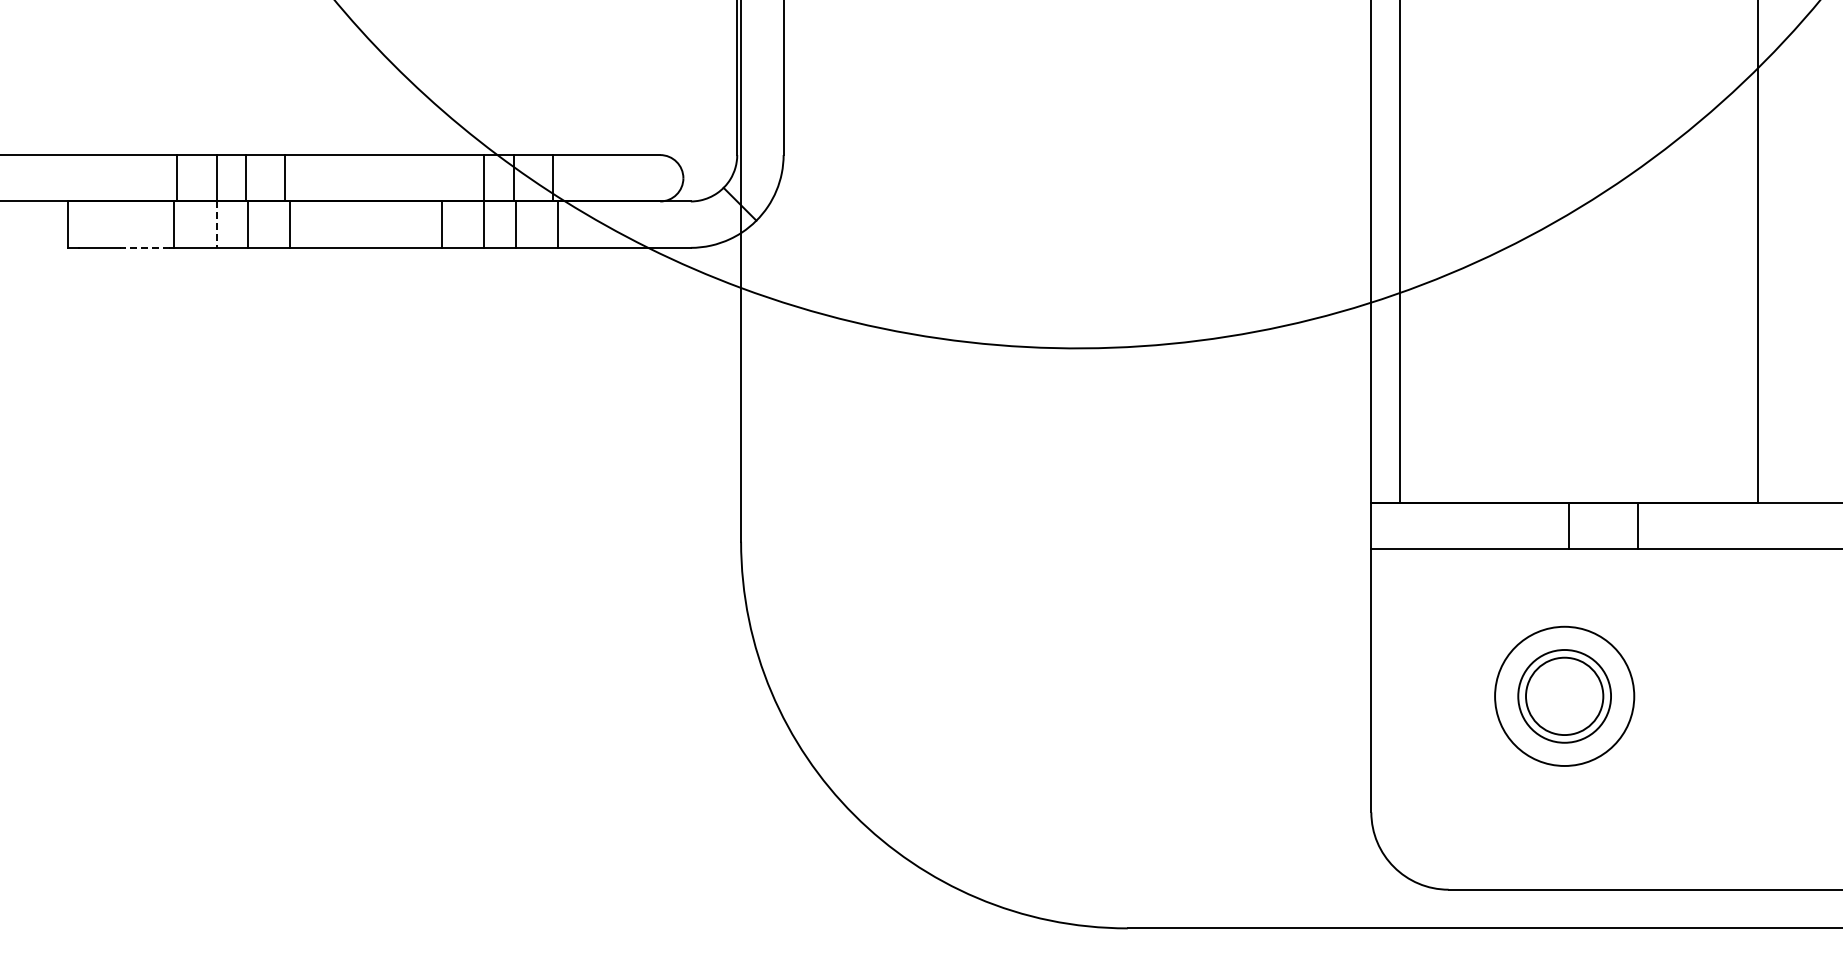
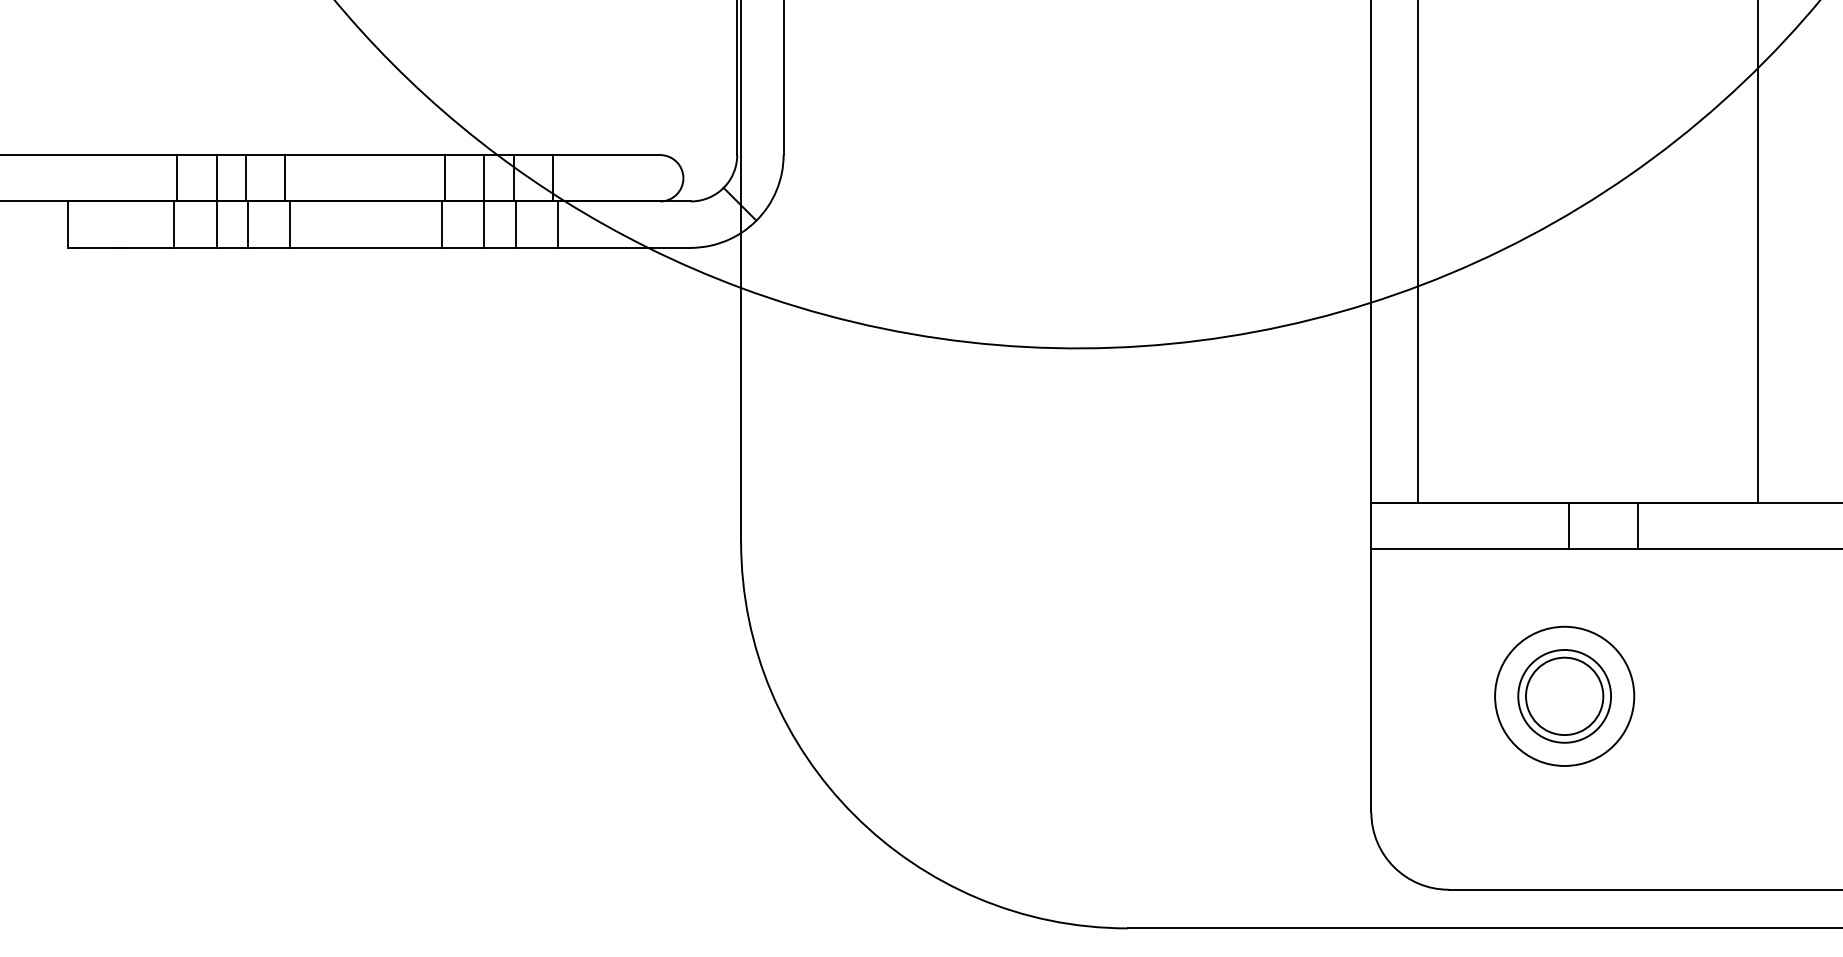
line at (444, 178): none -> present
line at (216, 225): dashed -> solid
line at (144, 247): dashed -> solid
line at (1399, 252) position: (1399, 252) -> (1417, 252)
